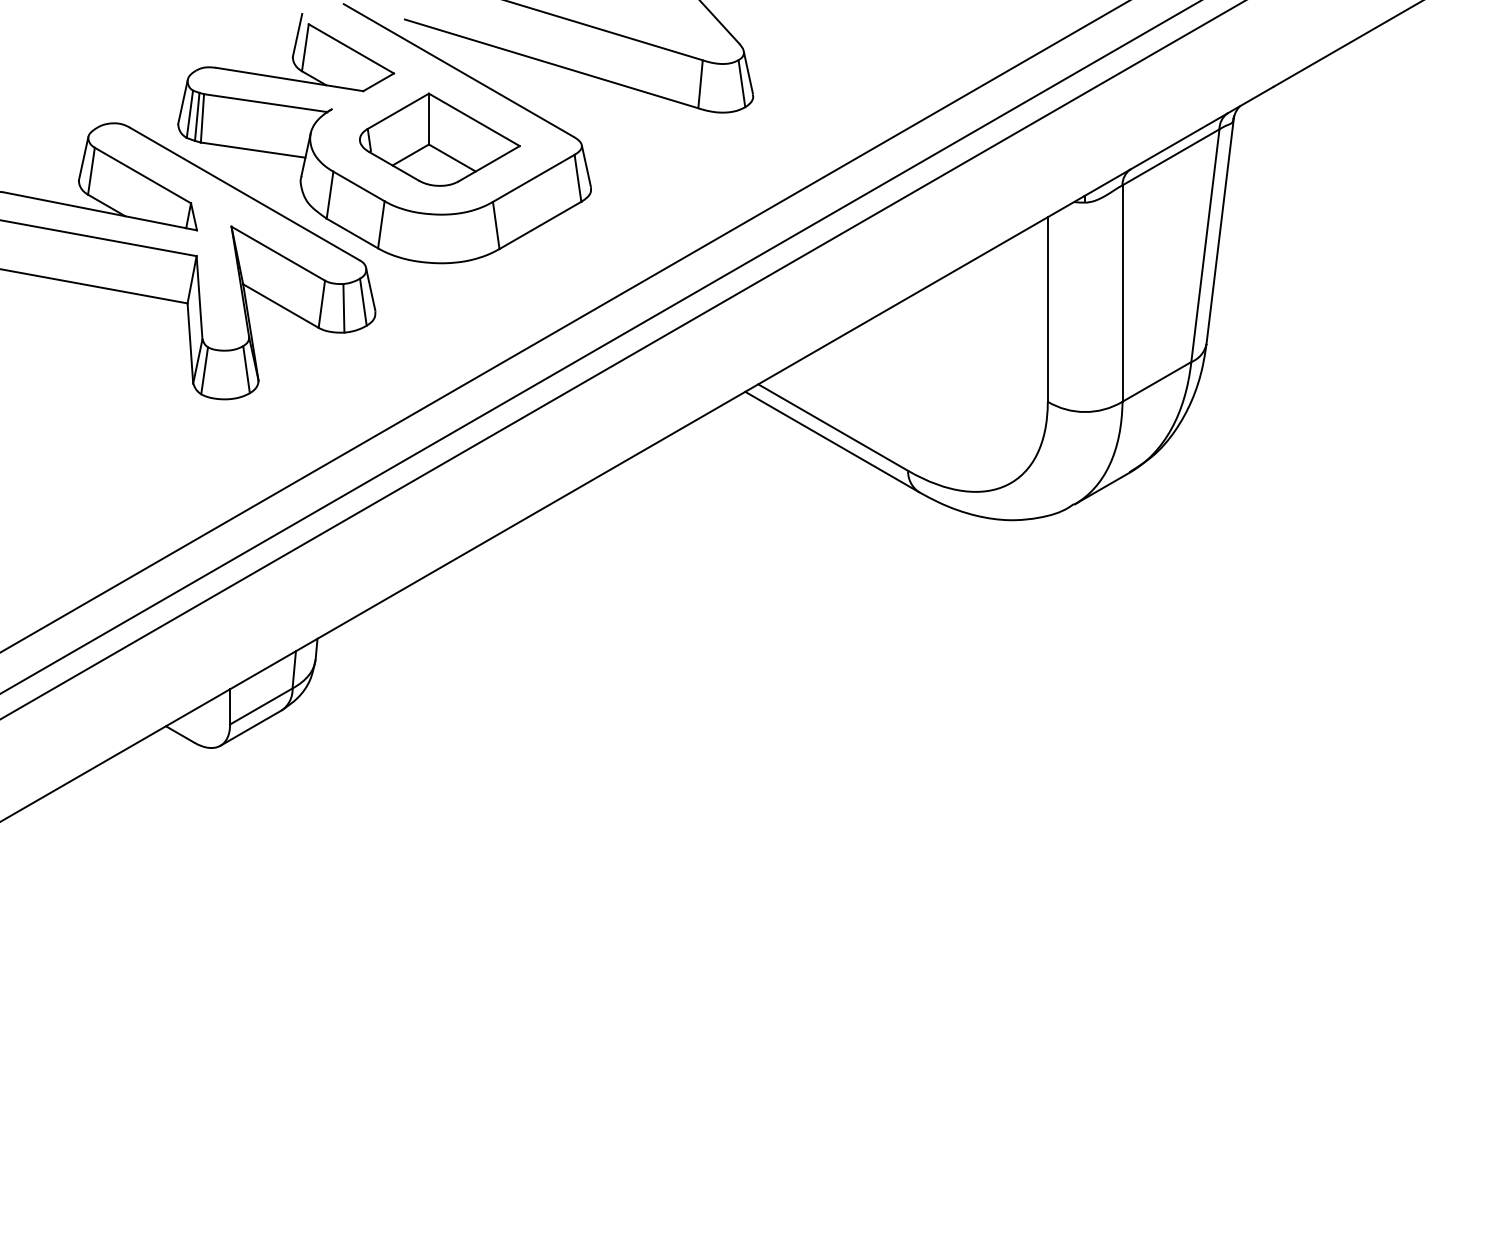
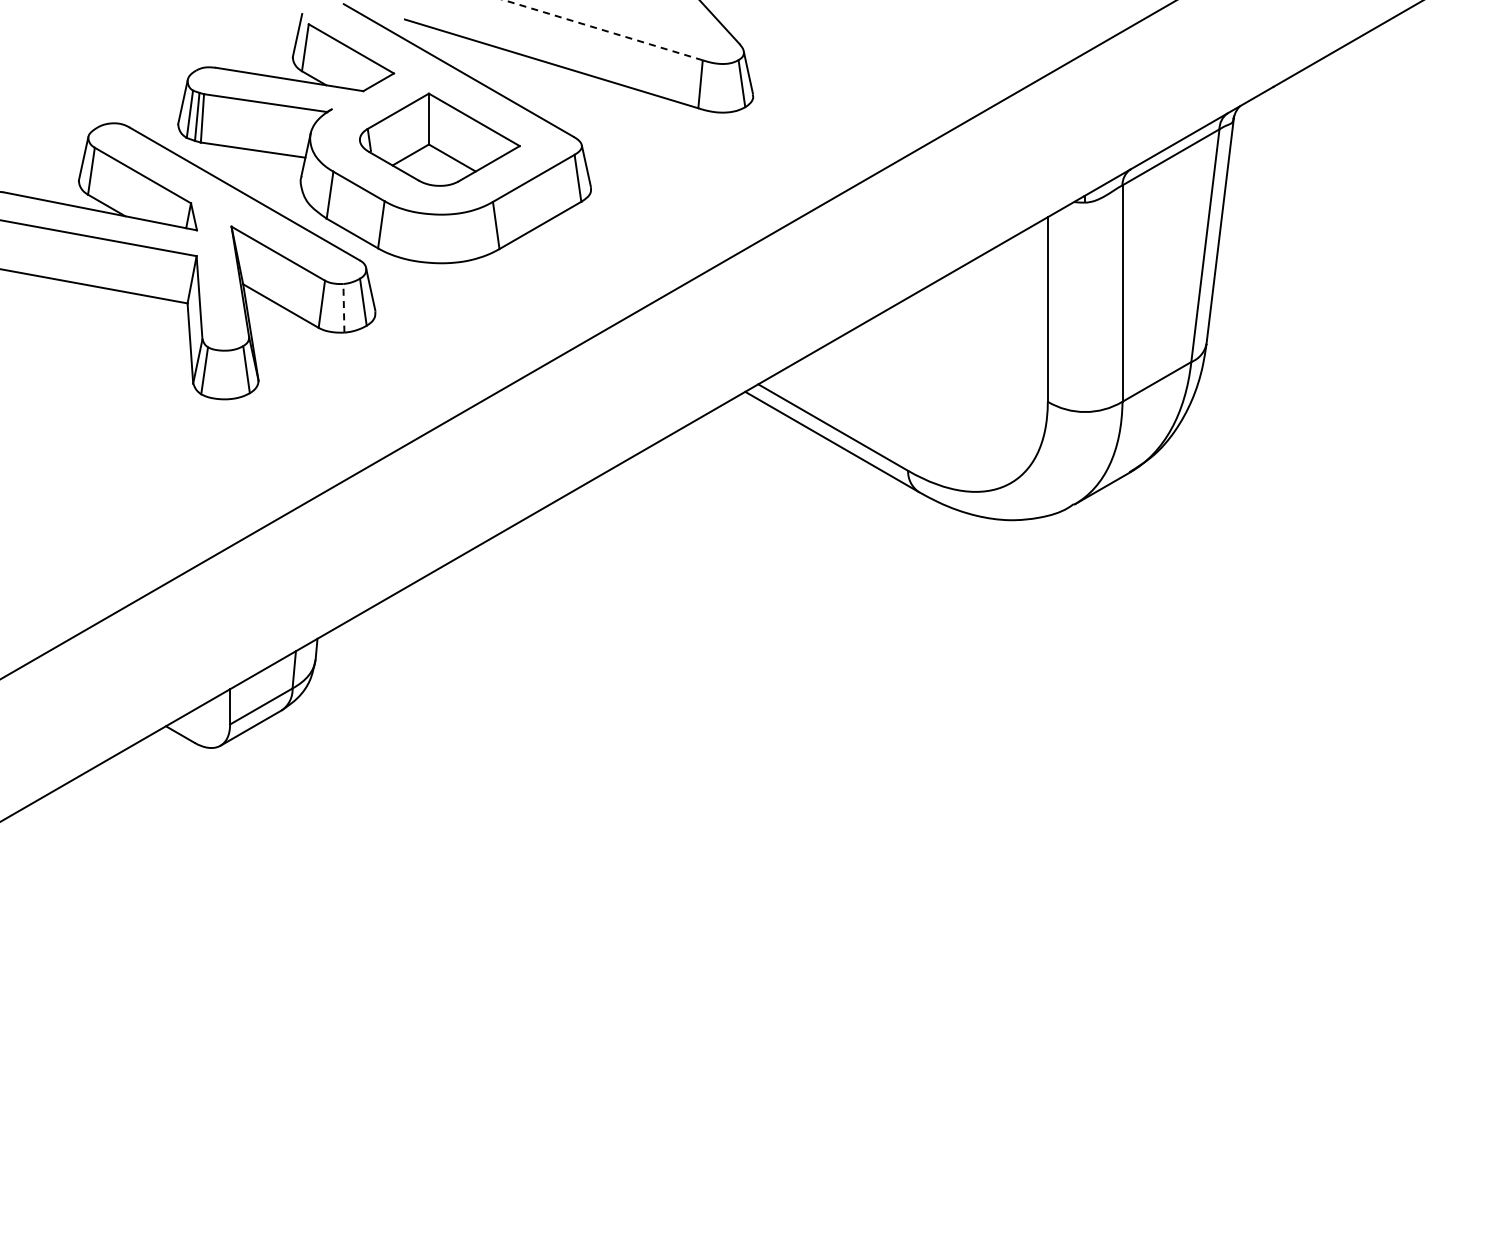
line at (603, 30): solid -> dashed
line at (343, 307): solid -> dashed
line at (564, 326): present -> none
line at (600, 347) position: (600, 347) -> (587, 340)
line at (622, 360): present -> none
